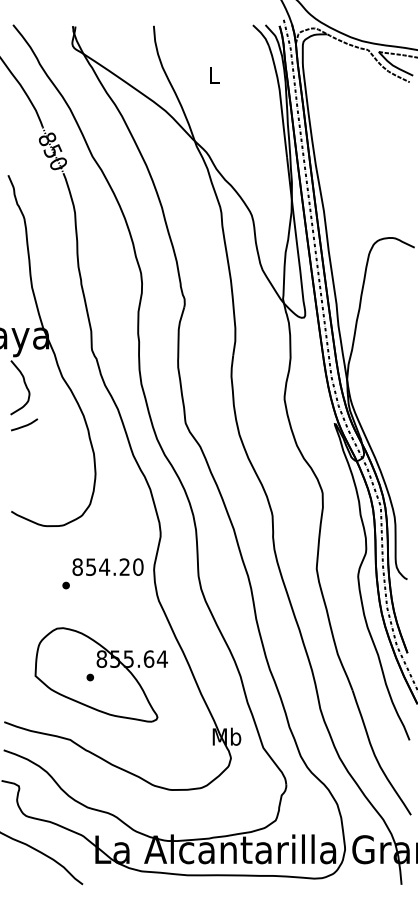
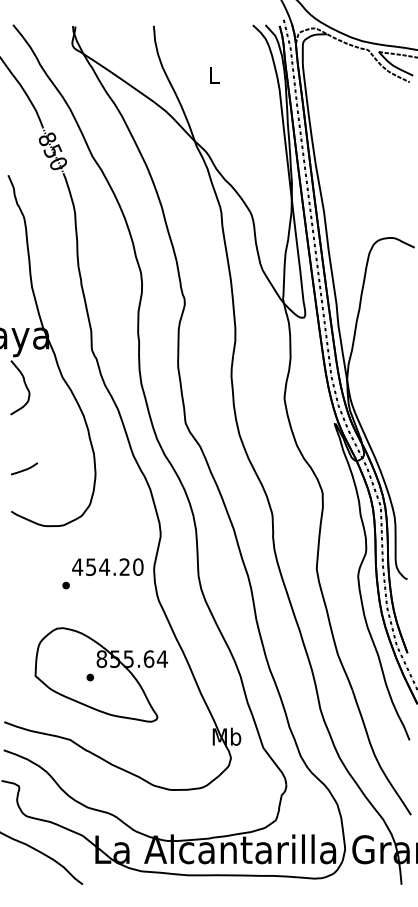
curve at (25, 424) position: (25, 424) -> (25, 468)
text at (77, 566): 854.20 -> 454.20
